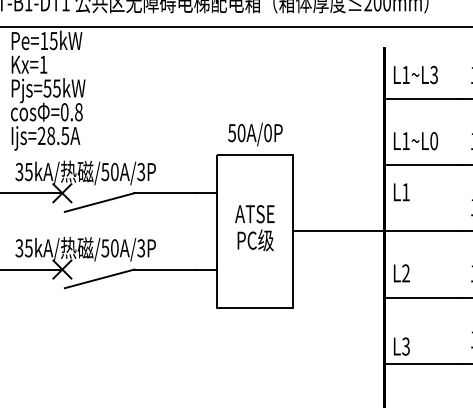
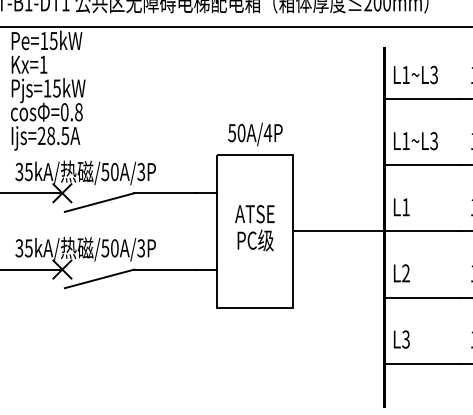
text at (47, 88): Pjs=55kW -> Pjs=15kW
text at (267, 133): 50A/0P -> 50A/4P
text at (434, 141): L1~L0 -> L1~L3
text at (401, 192) position: (401, 192) -> (401, 207)
text at (401, 346) position: (401, 346) -> (401, 339)
